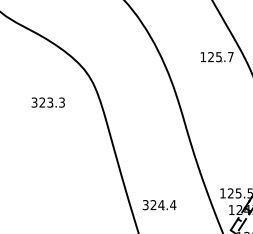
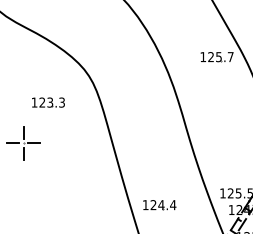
text at (34, 102): 323.3 -> 123.3
part at (23, 143): none -> present
text at (145, 205): 324.4 -> 124.4
